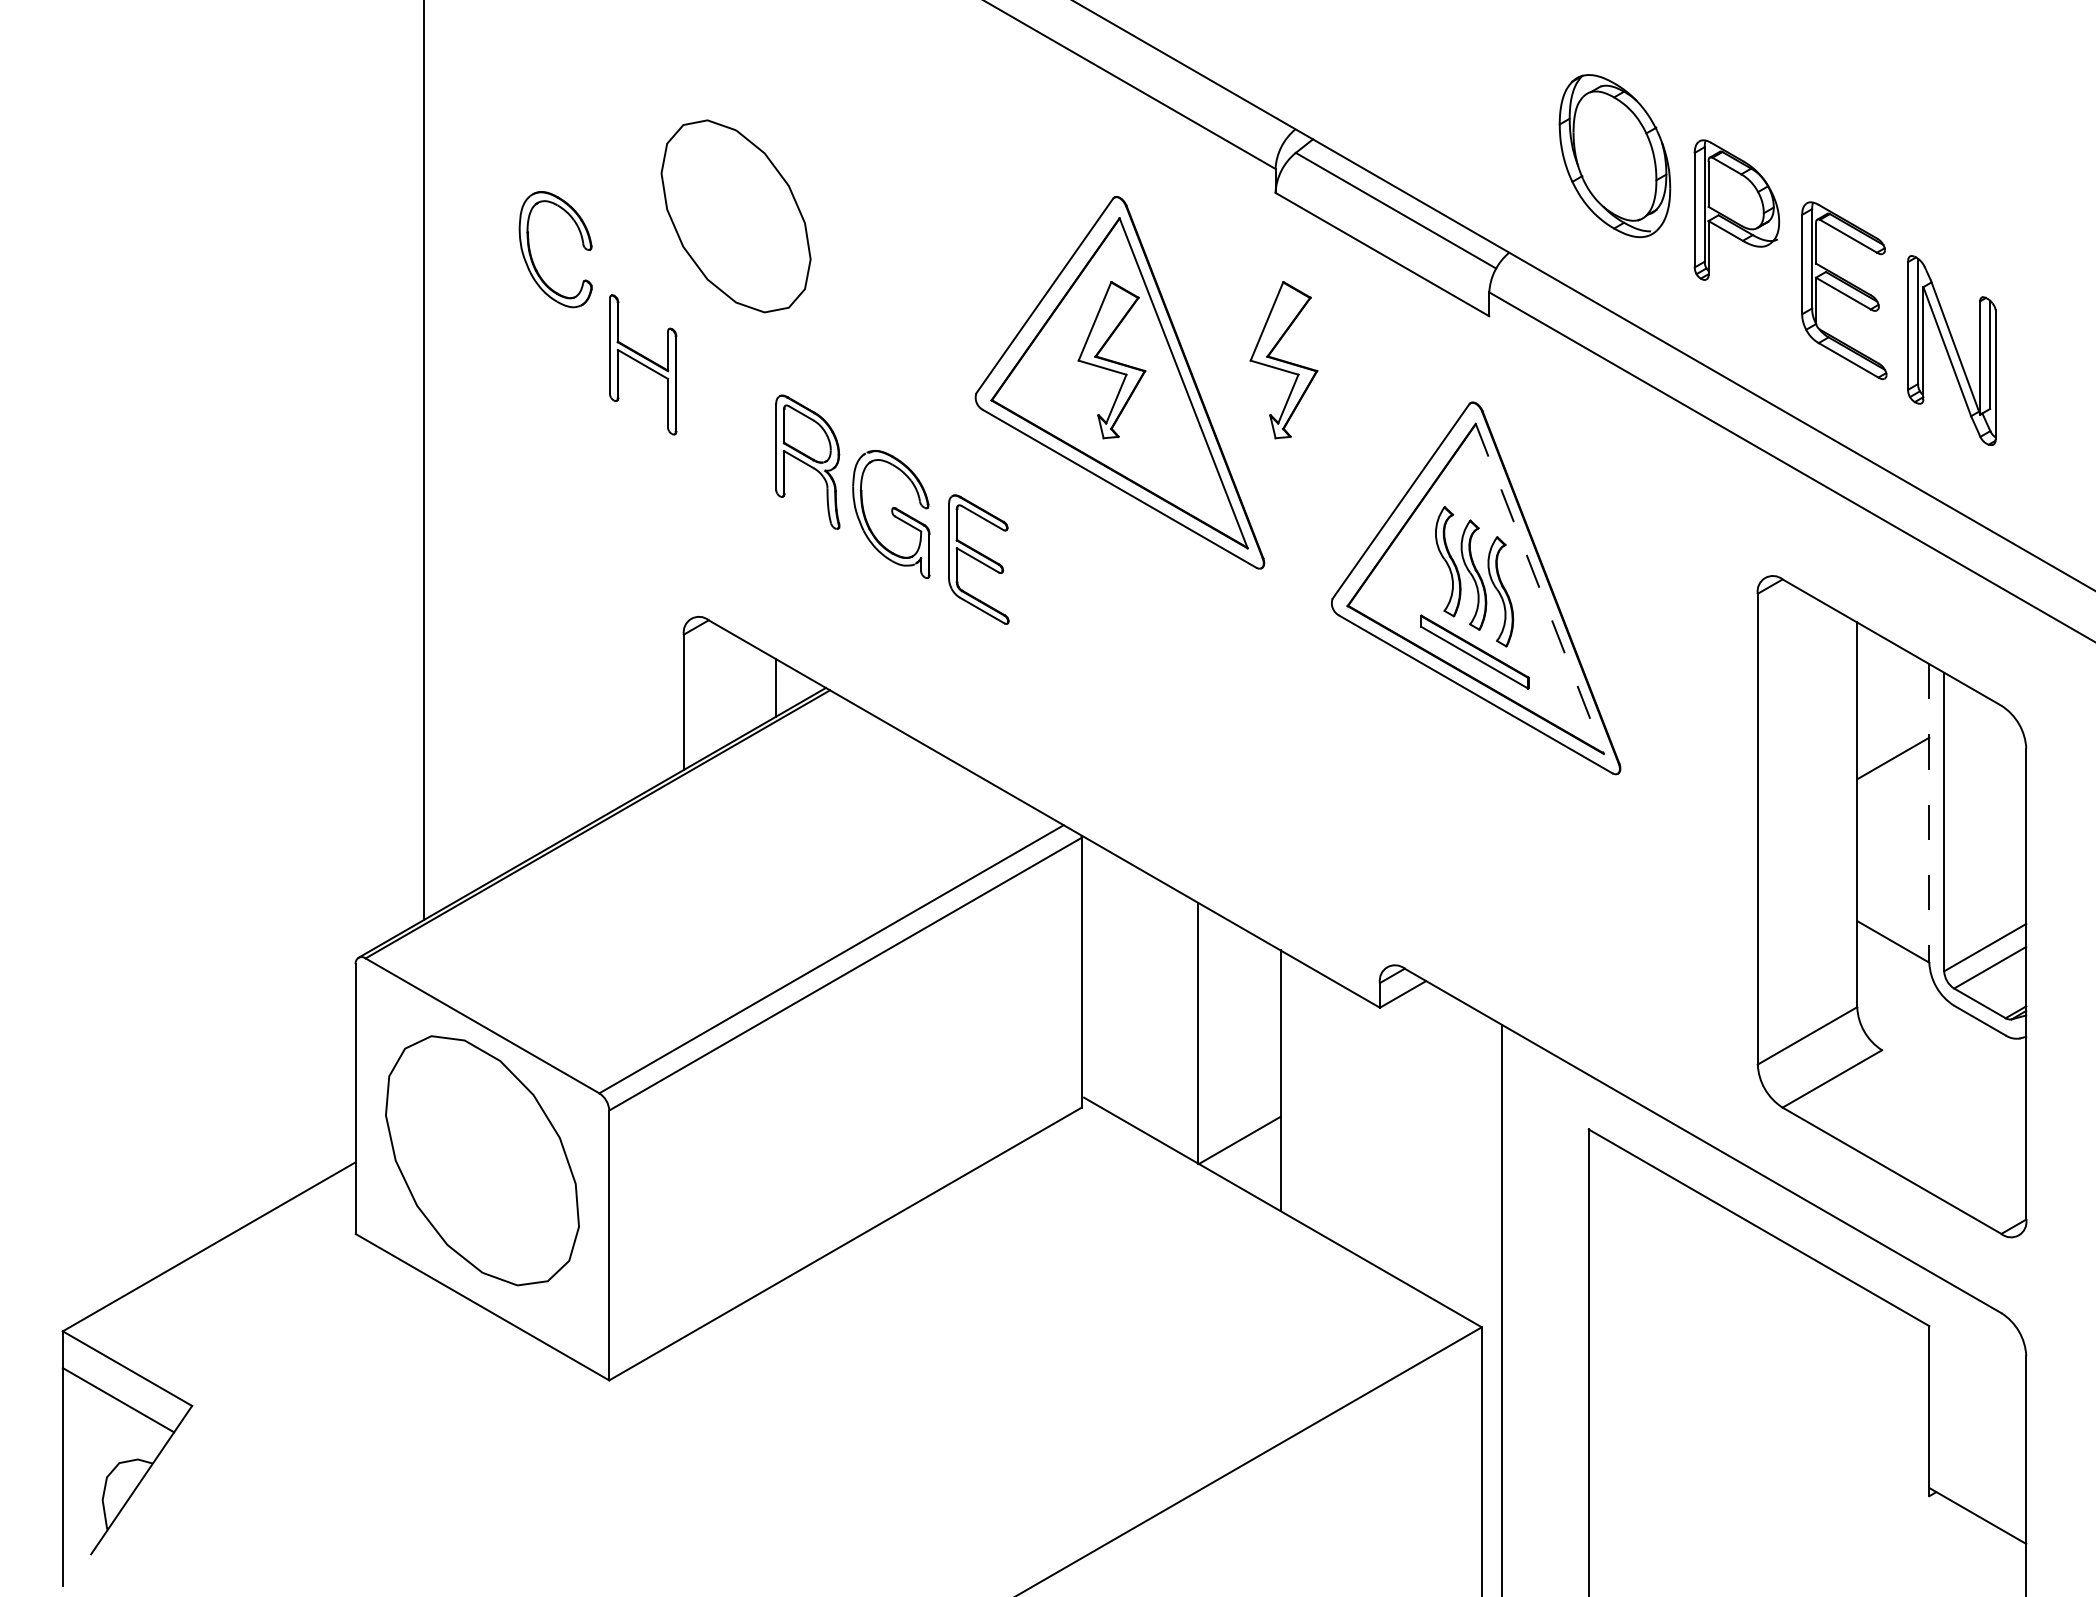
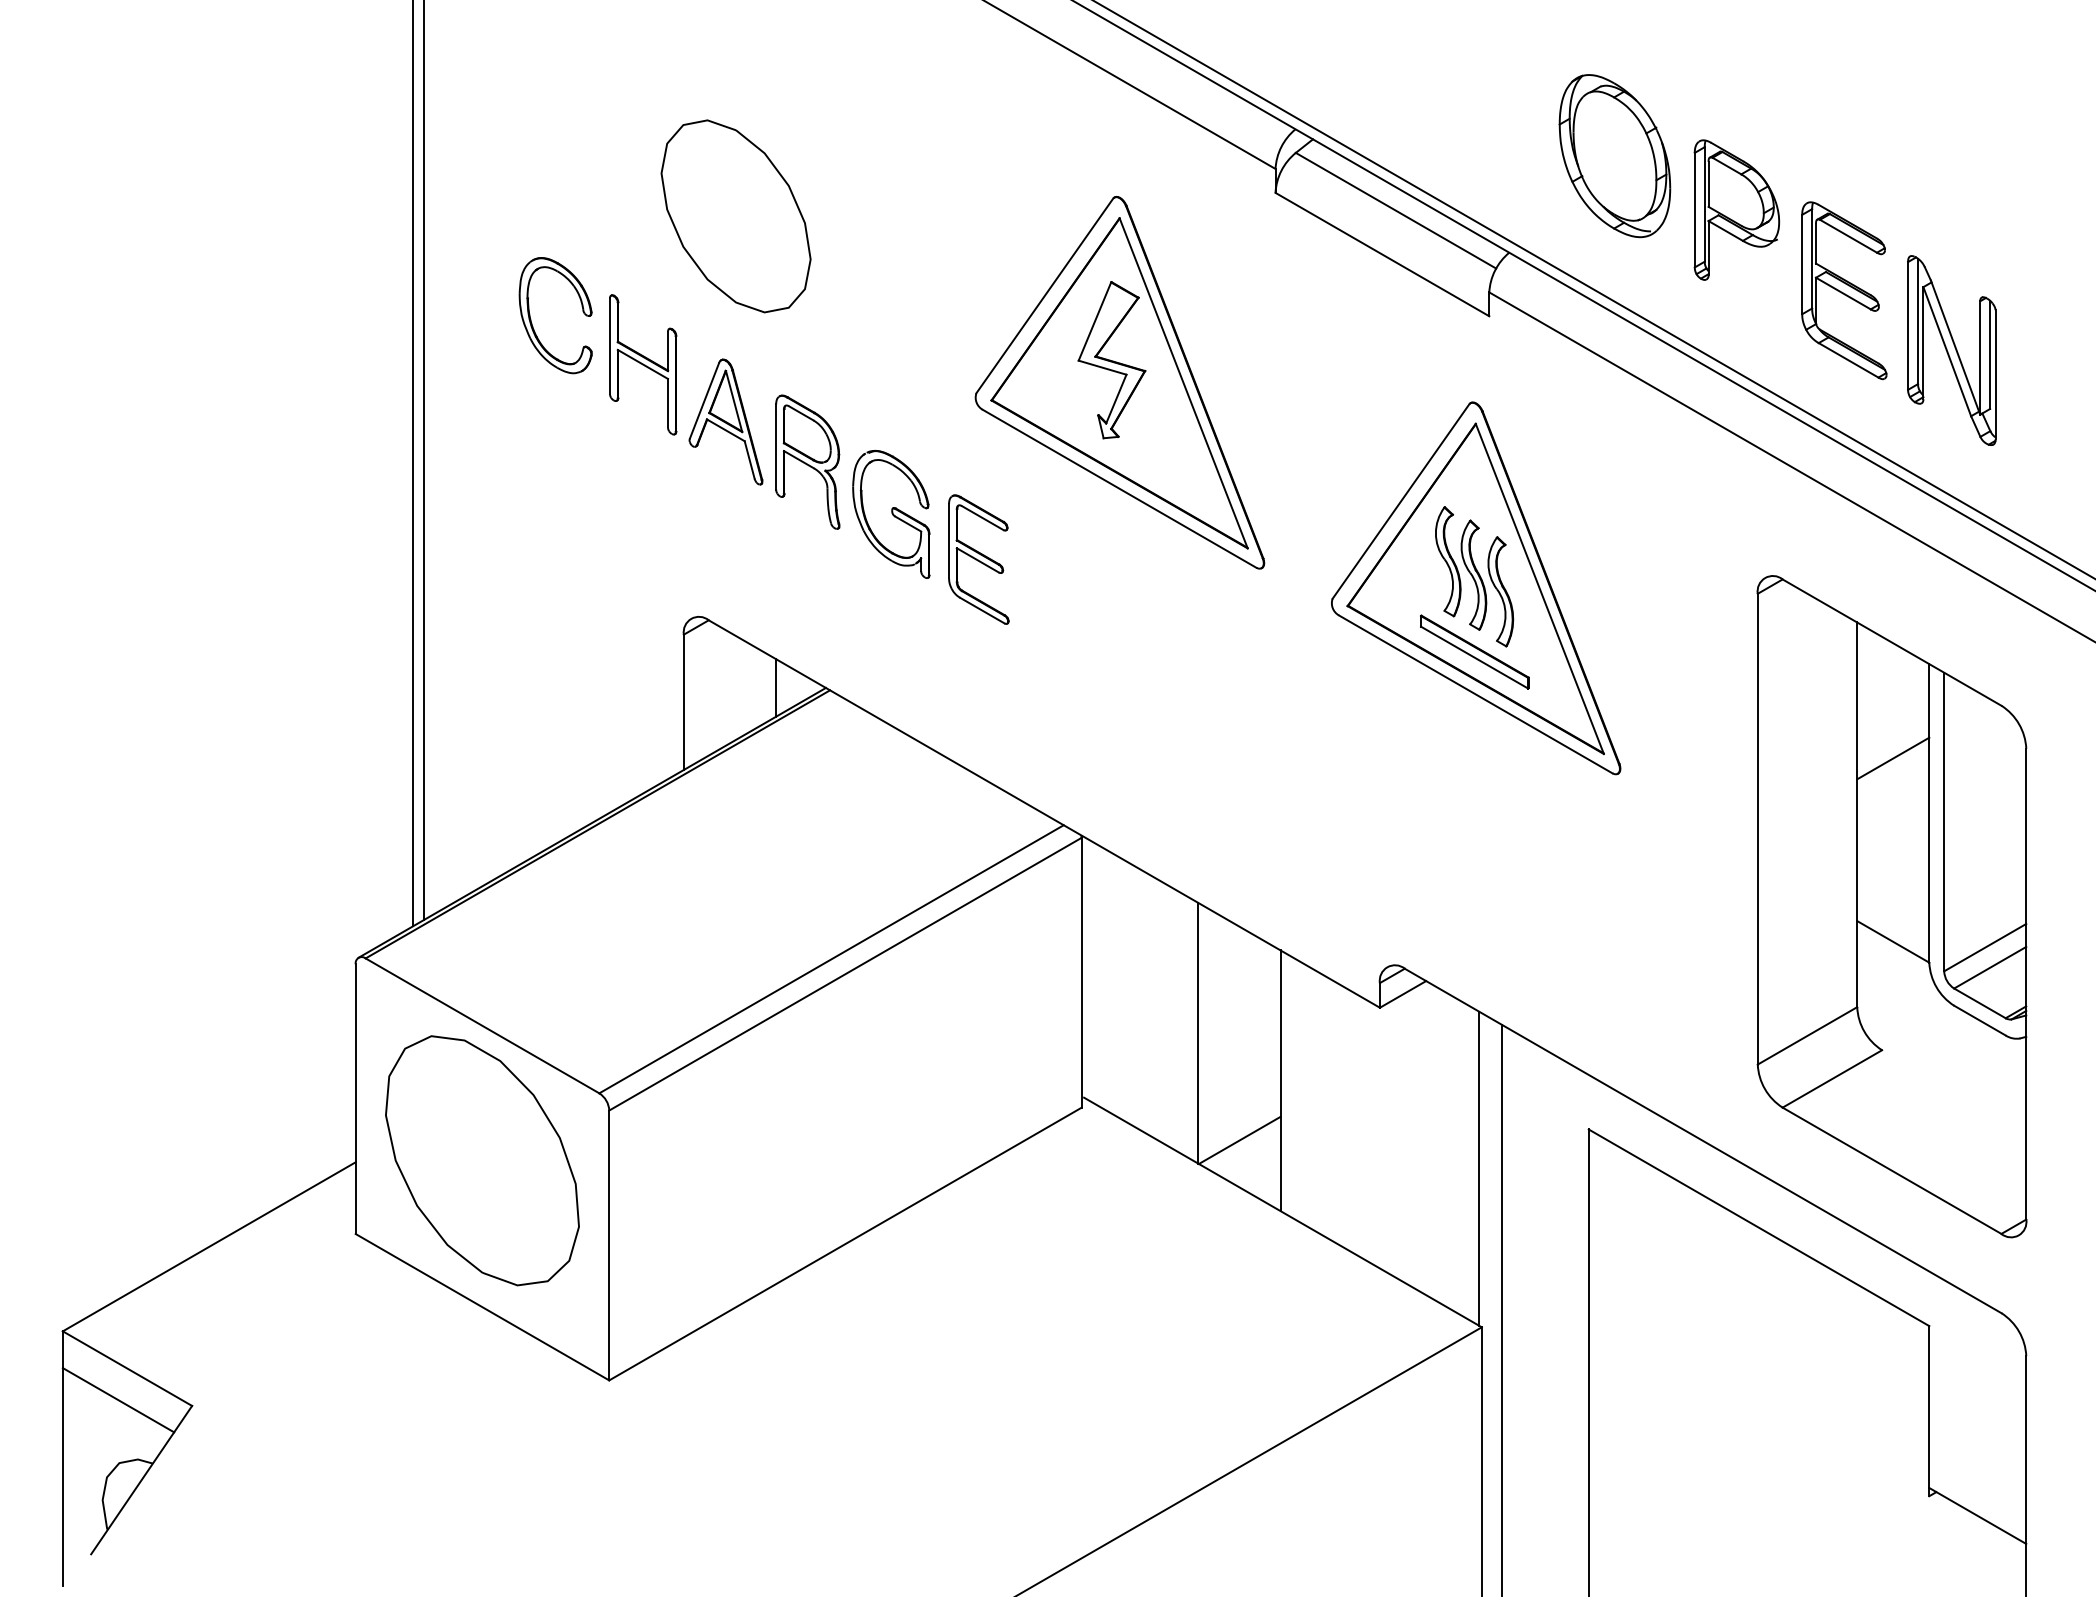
part at (531, 253) position: (531, 253) -> (531, 319)
line at (1594, 289): none -> present
part at (1283, 360): present -> none
part at (725, 421): none -> present
line at (413, 464): none -> present
line at (1540, 589): dashed -> solid
line at (1929, 813): dashed -> solid
line at (1479, 1168): none -> present
